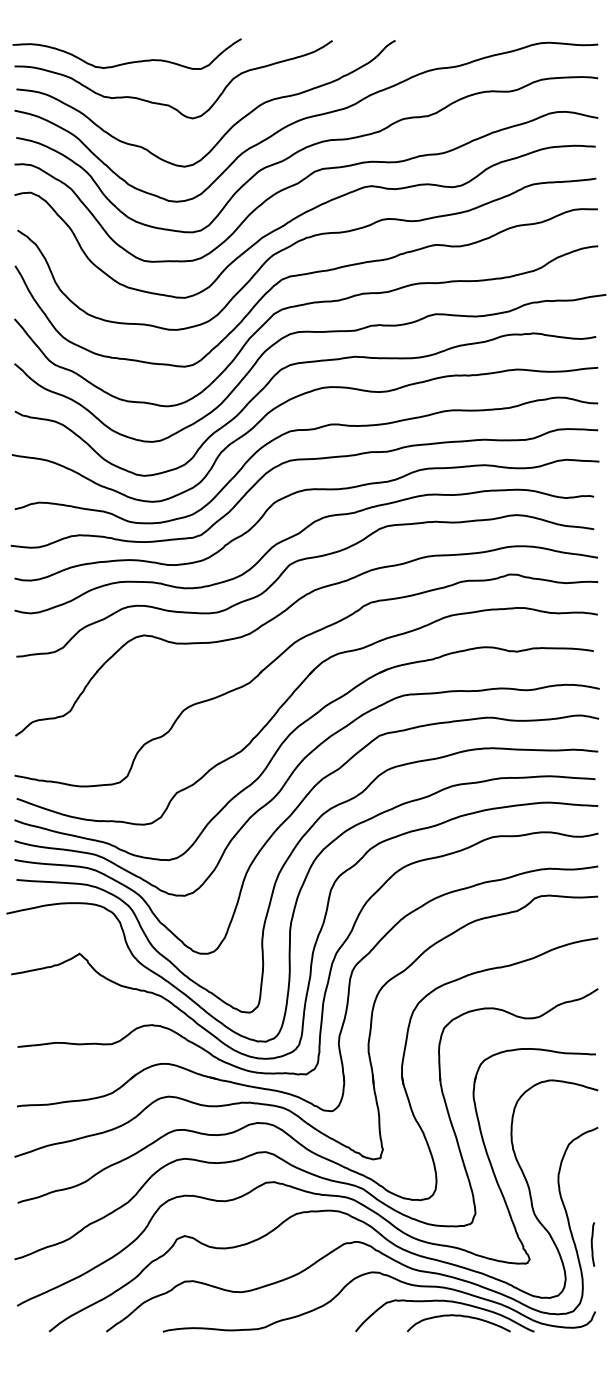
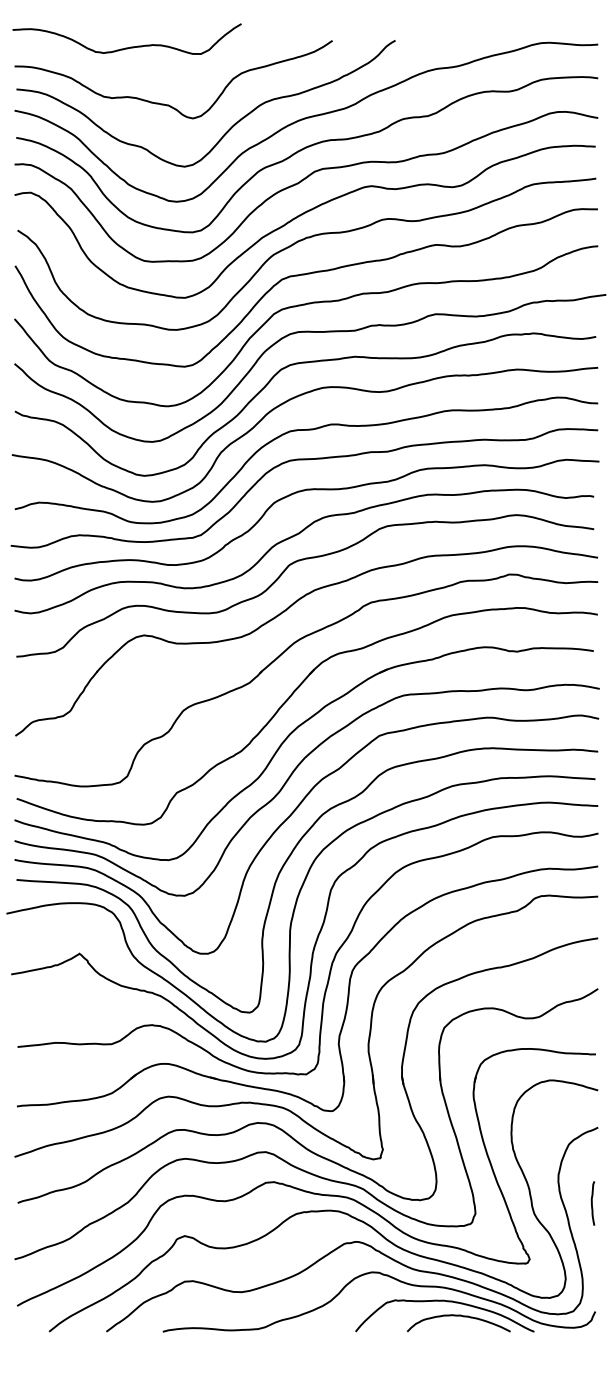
curve at (130, 61) position: (130, 61) -> (130, 46)
curve at (592, 1244) position: (592, 1244) -> (592, 1203)
